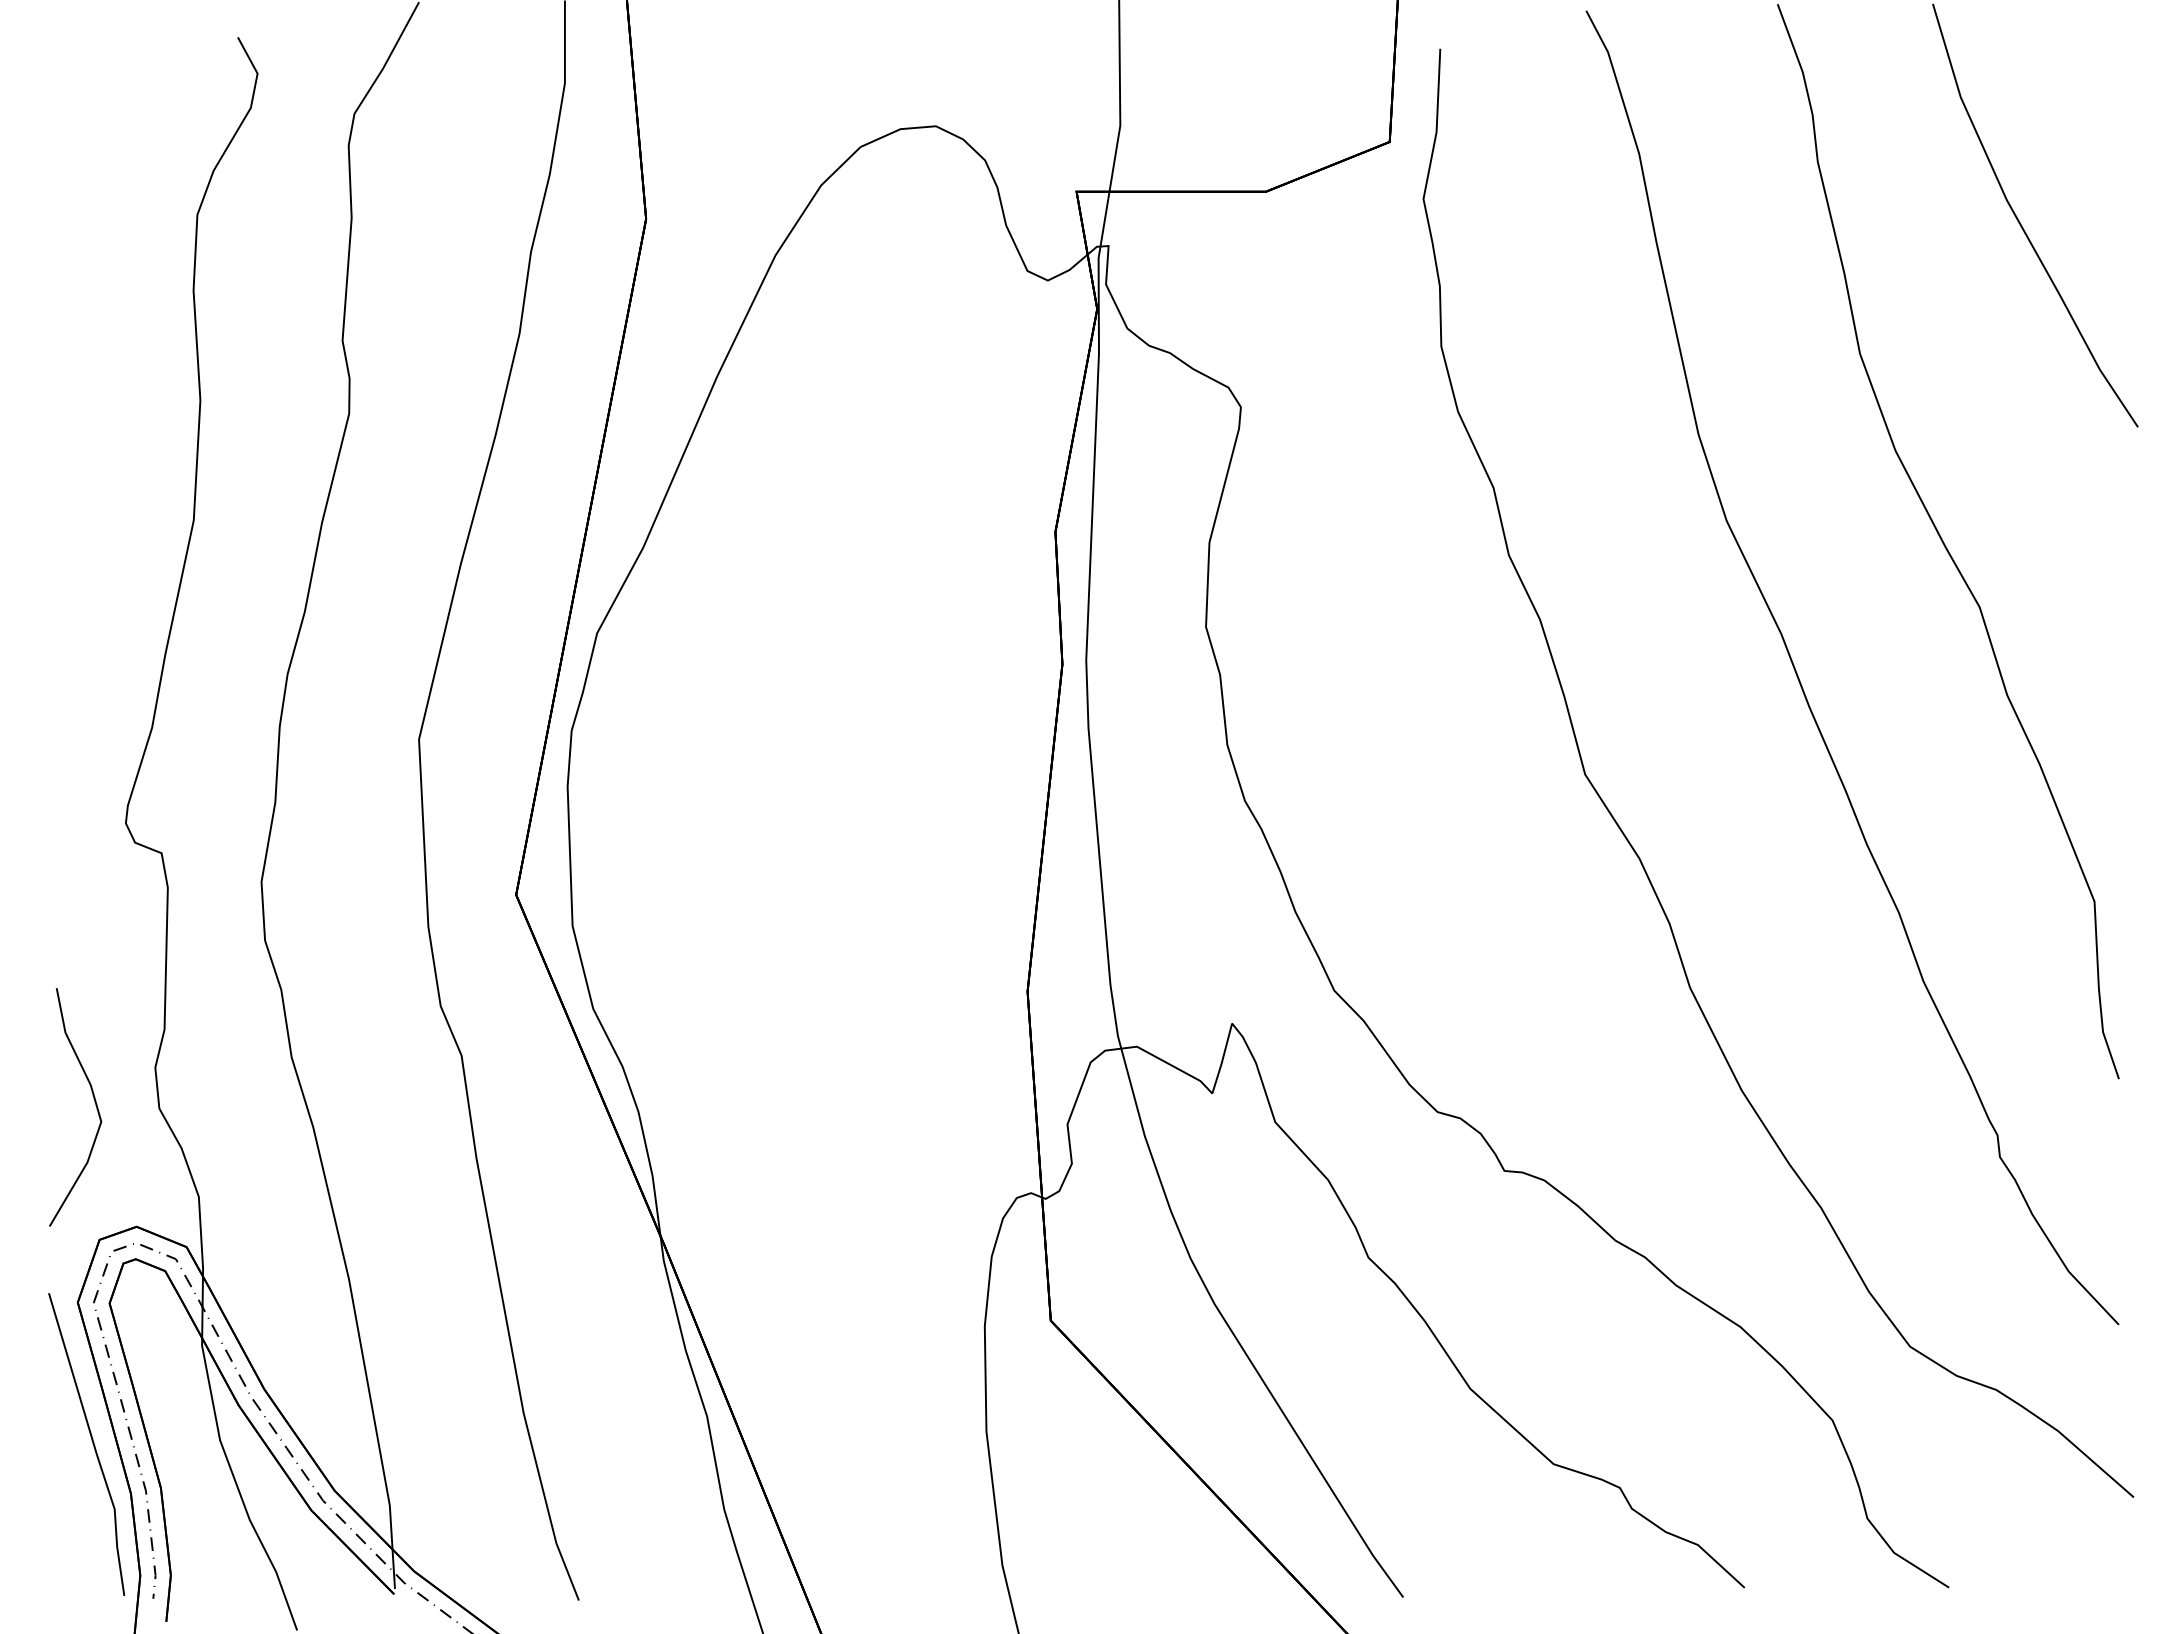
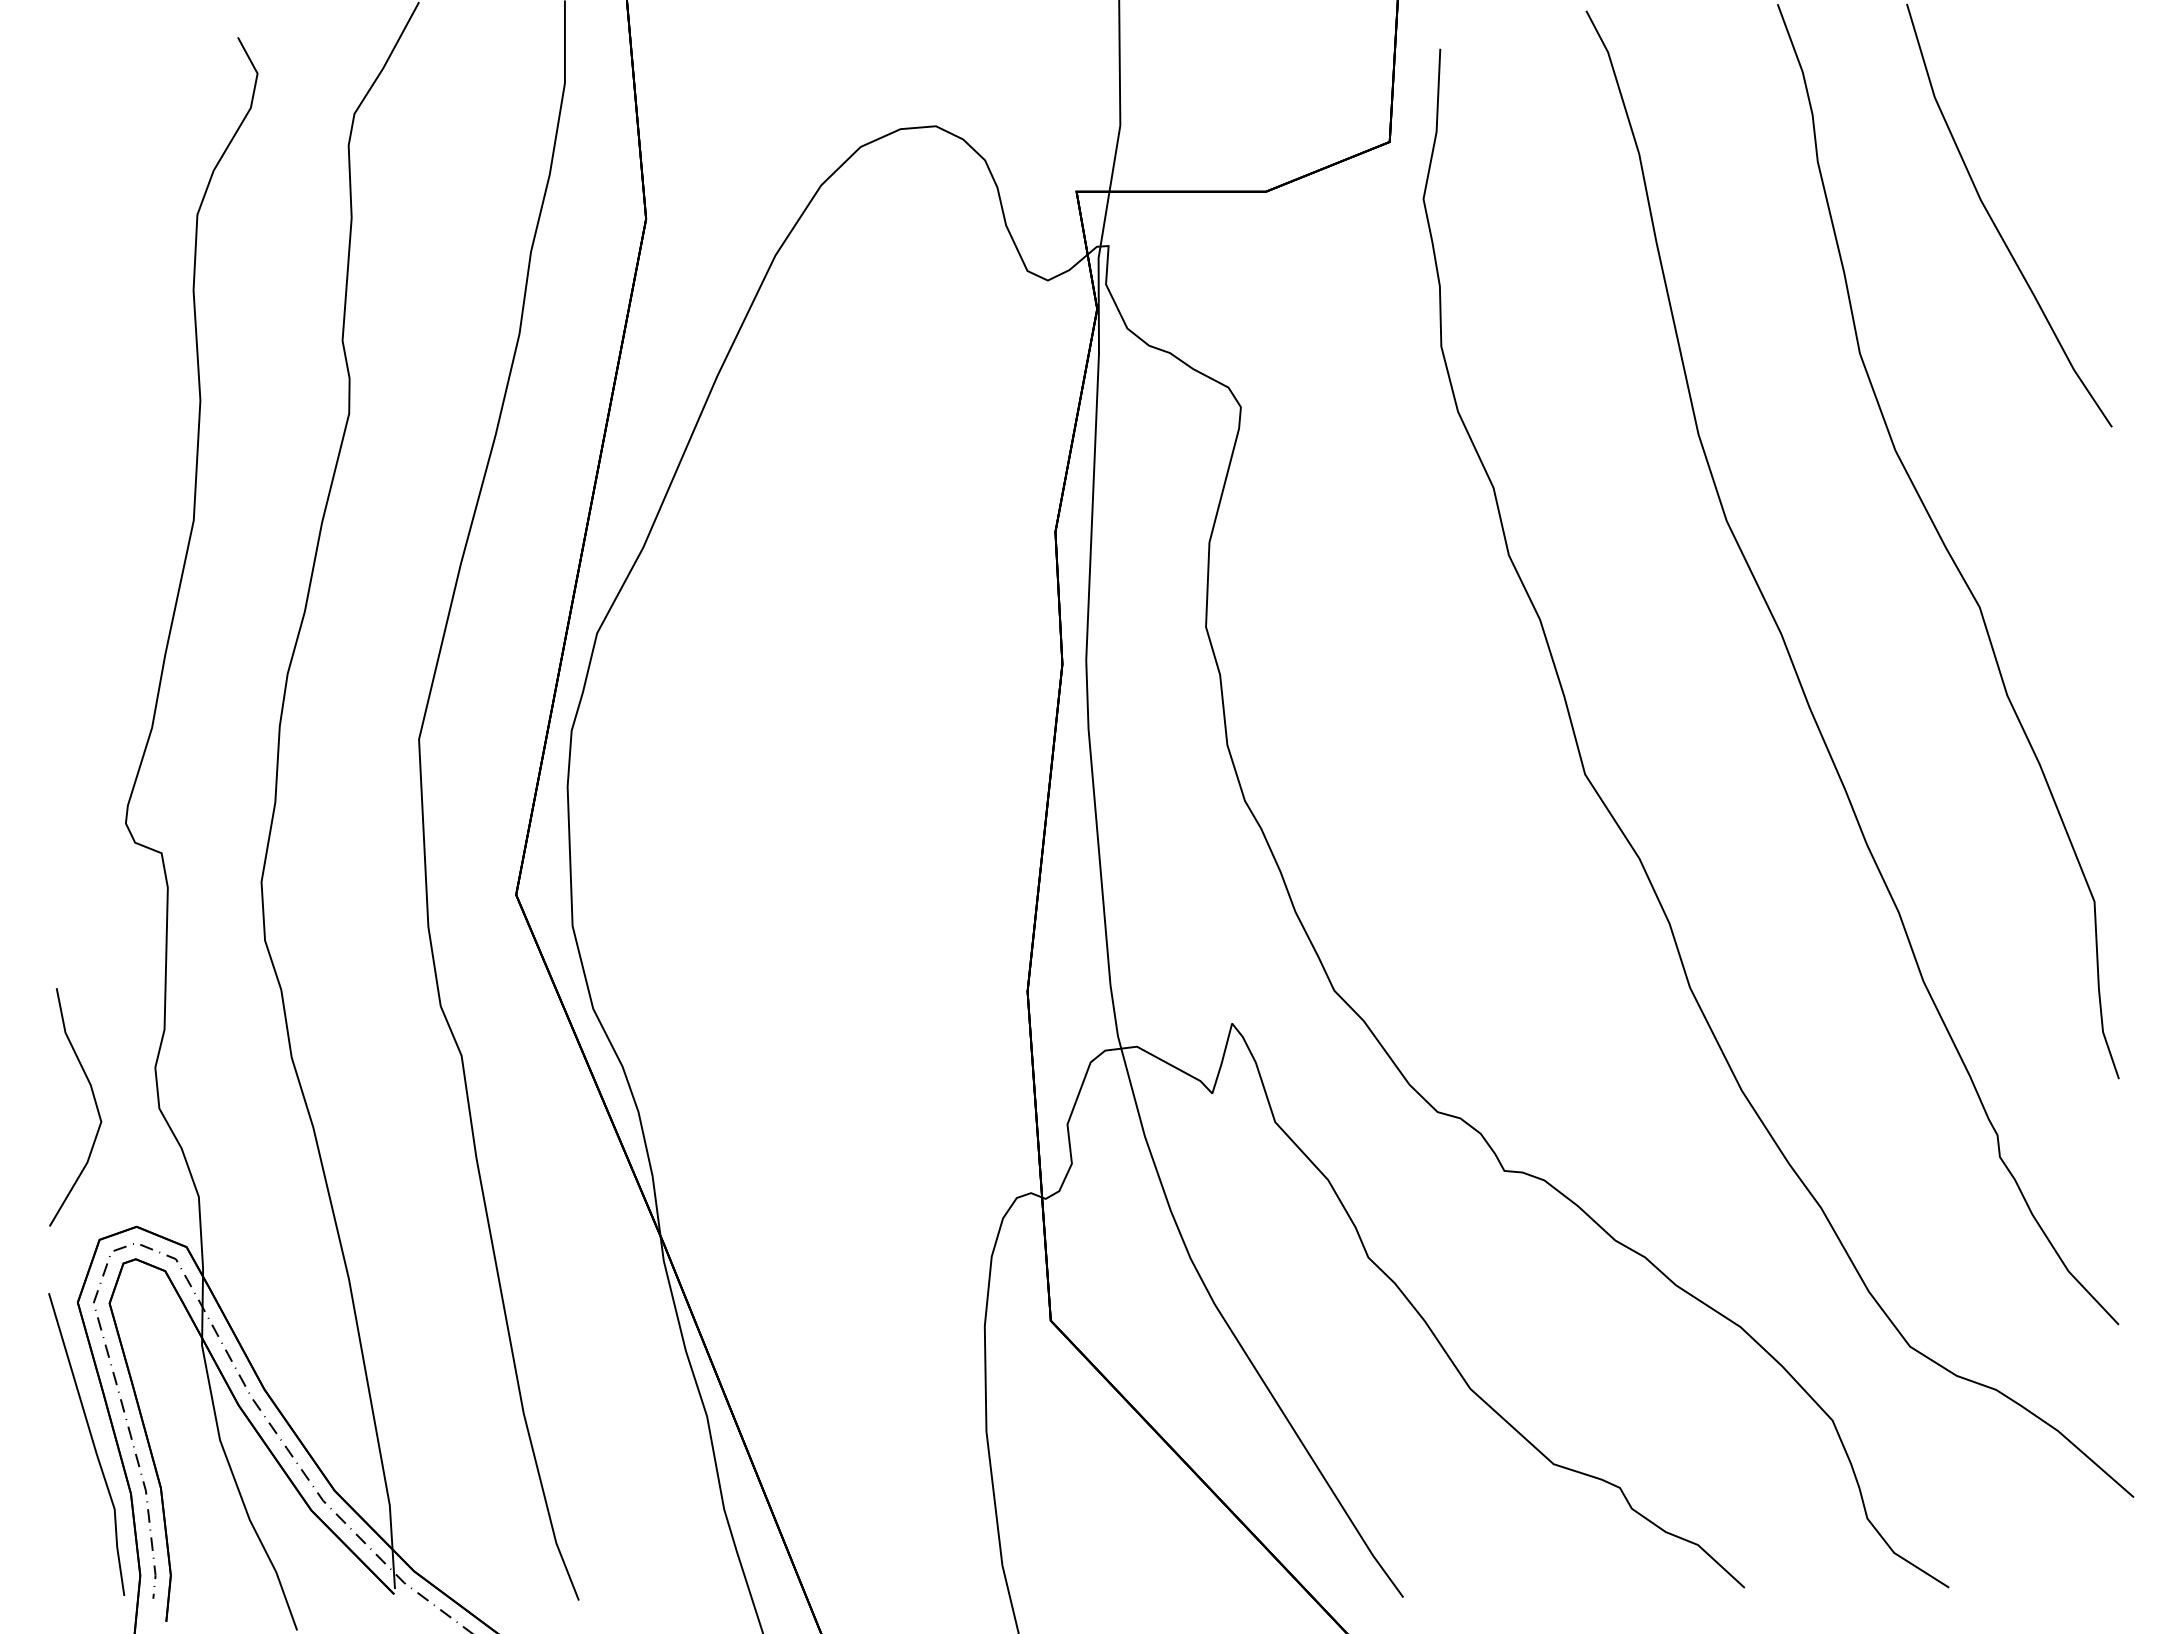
curve at (2022, 225) position: (2022, 225) -> (1996, 225)
